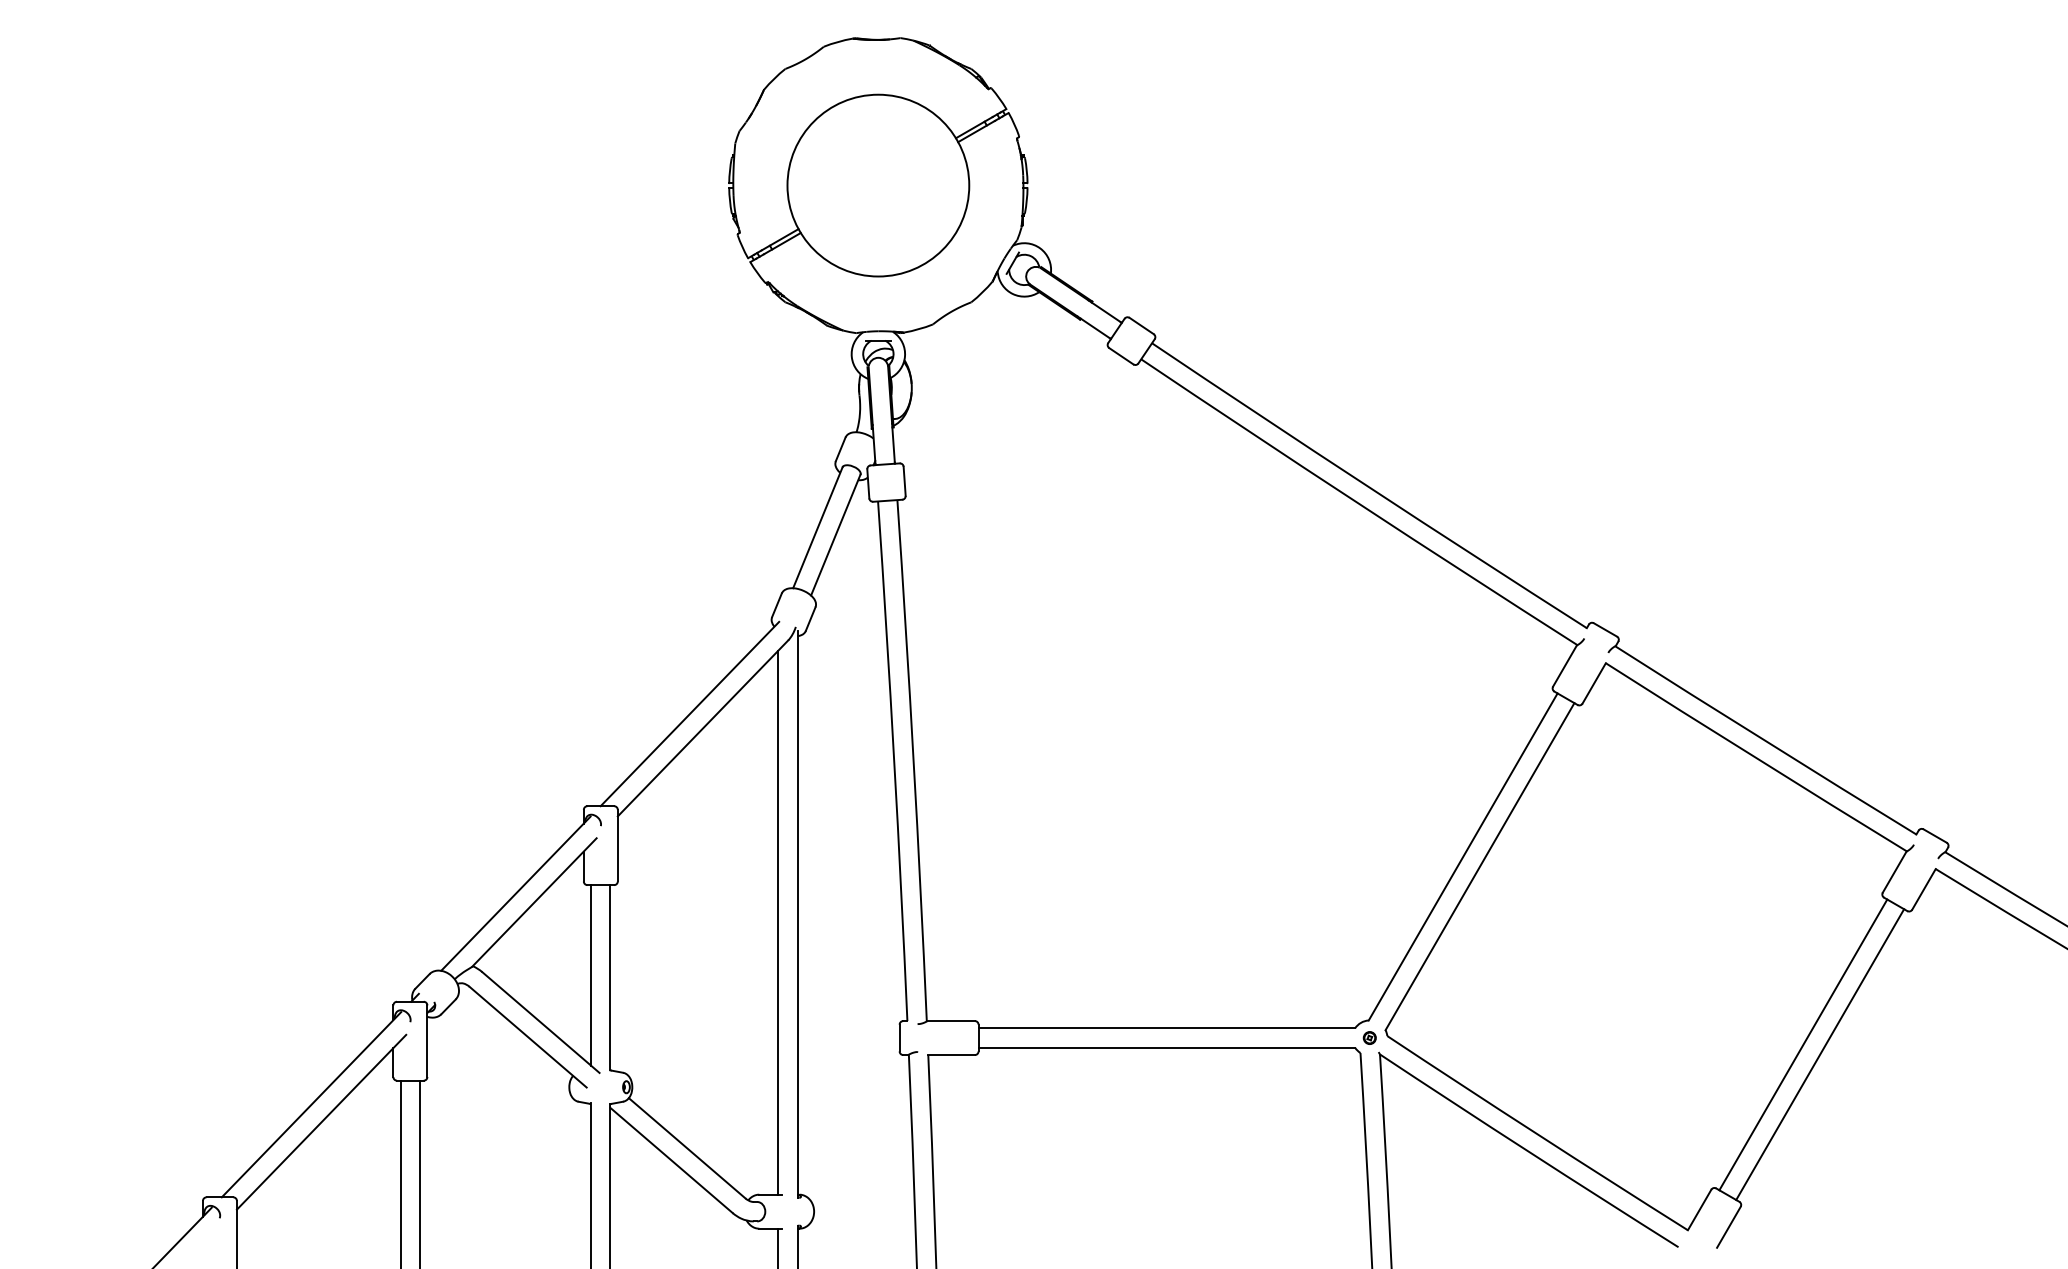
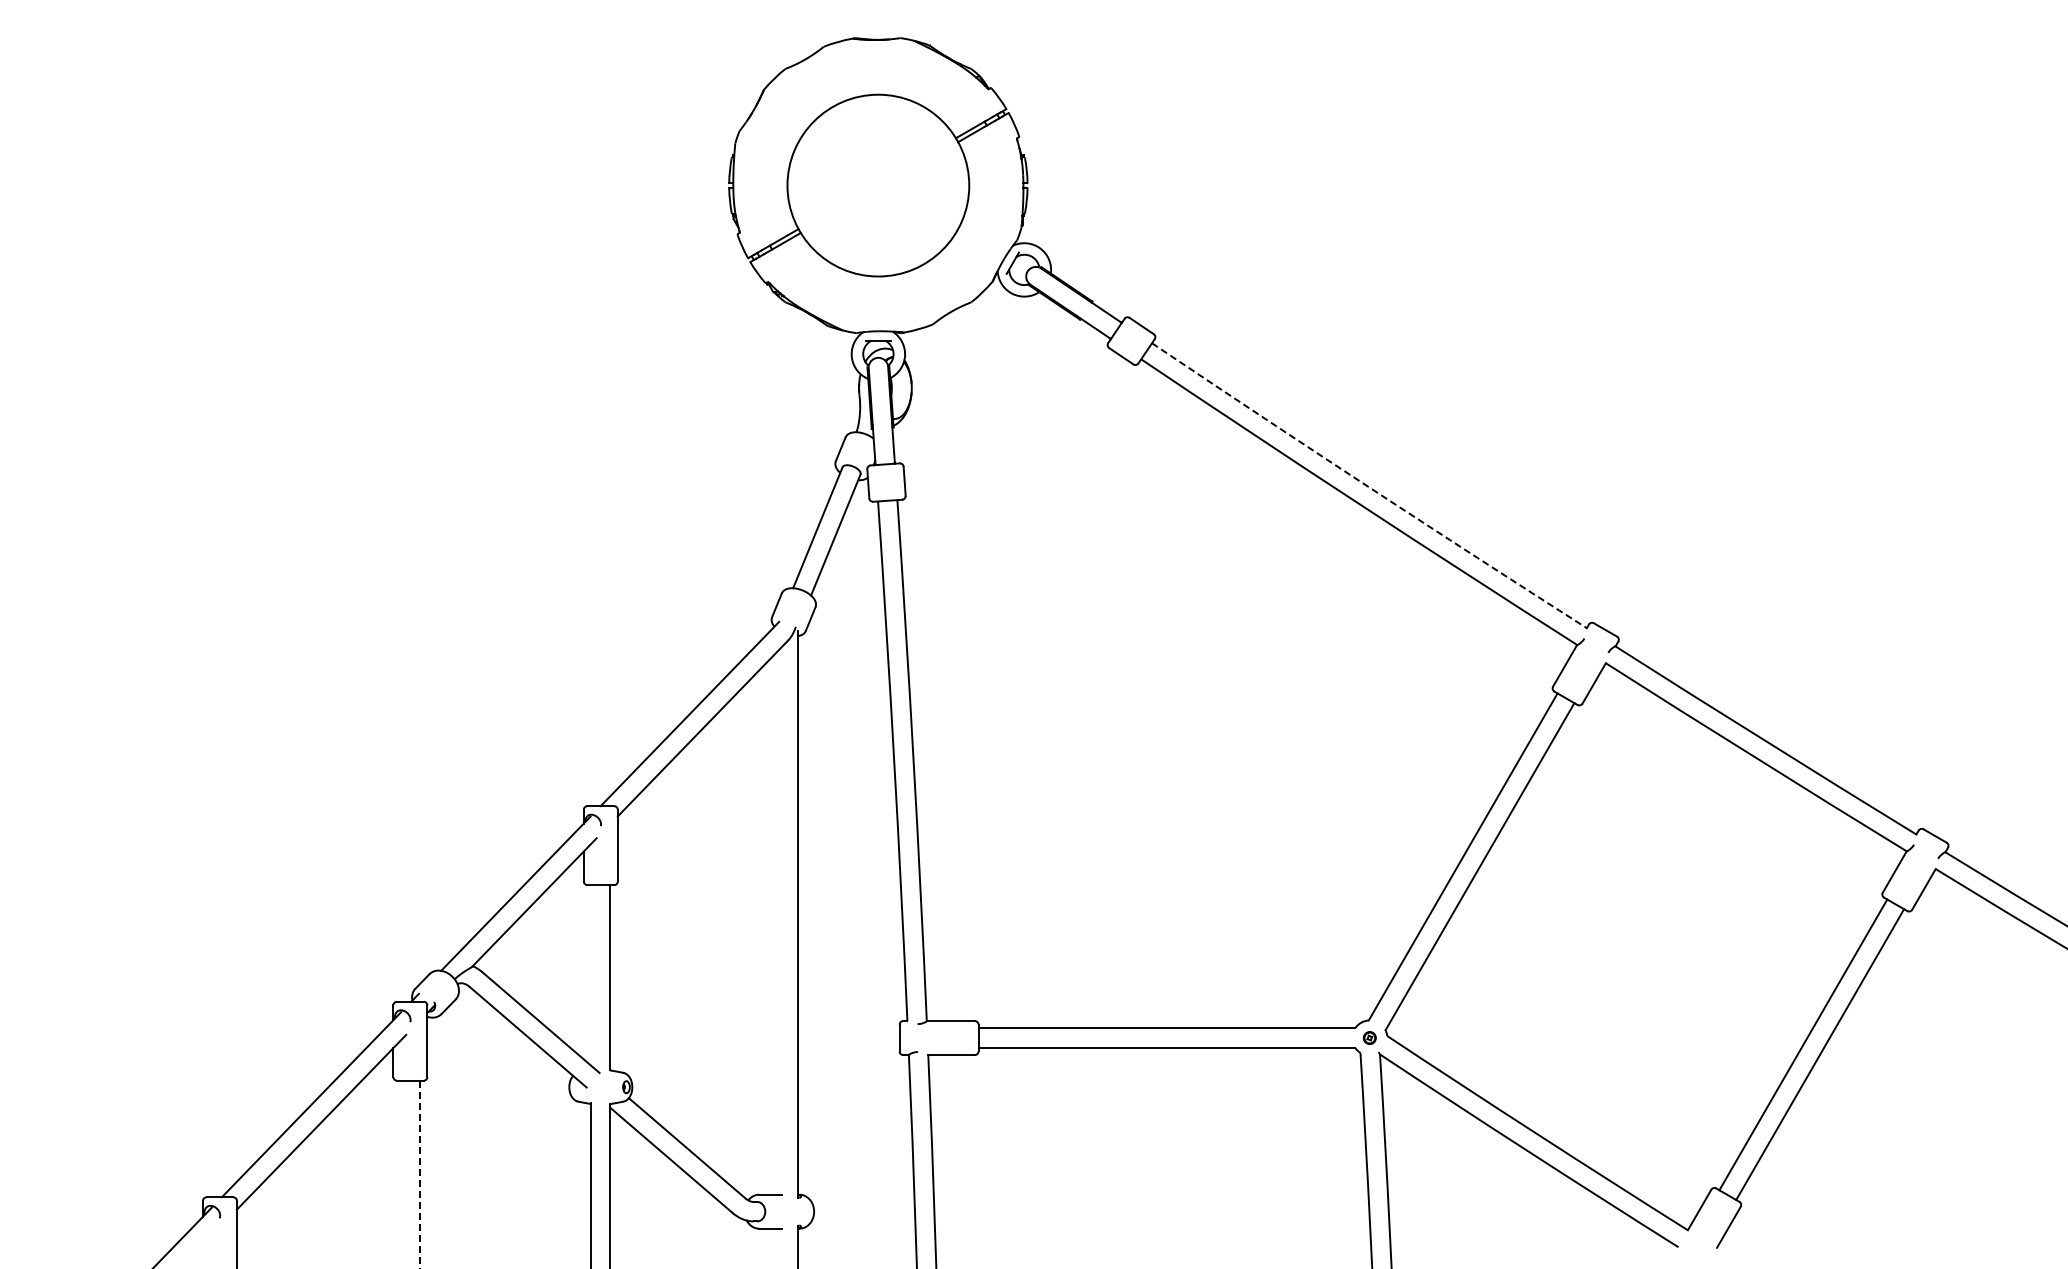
arc at (1368, 486): solid -> dashed
line at (778, 922): present -> none
line at (590, 975): present -> none
line at (400, 1172): present -> none
line at (419, 1174): solid -> dashed
line at (778, 1246): present -> none
